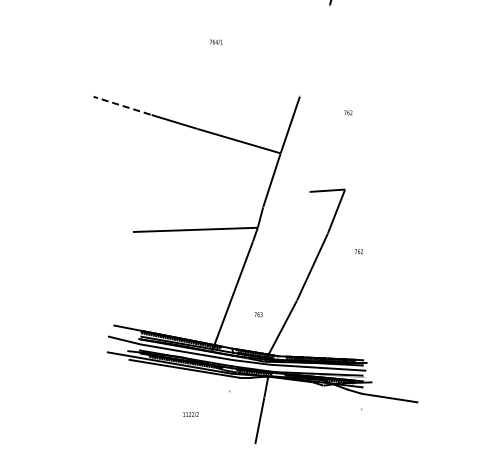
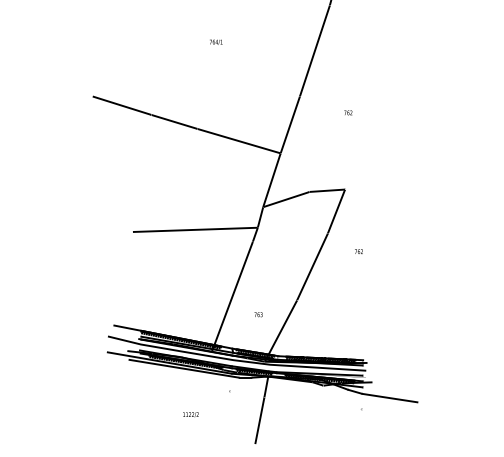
line at (314, 50): none -> present
line at (122, 105): dashed -> solid
line at (286, 199): none -> present
